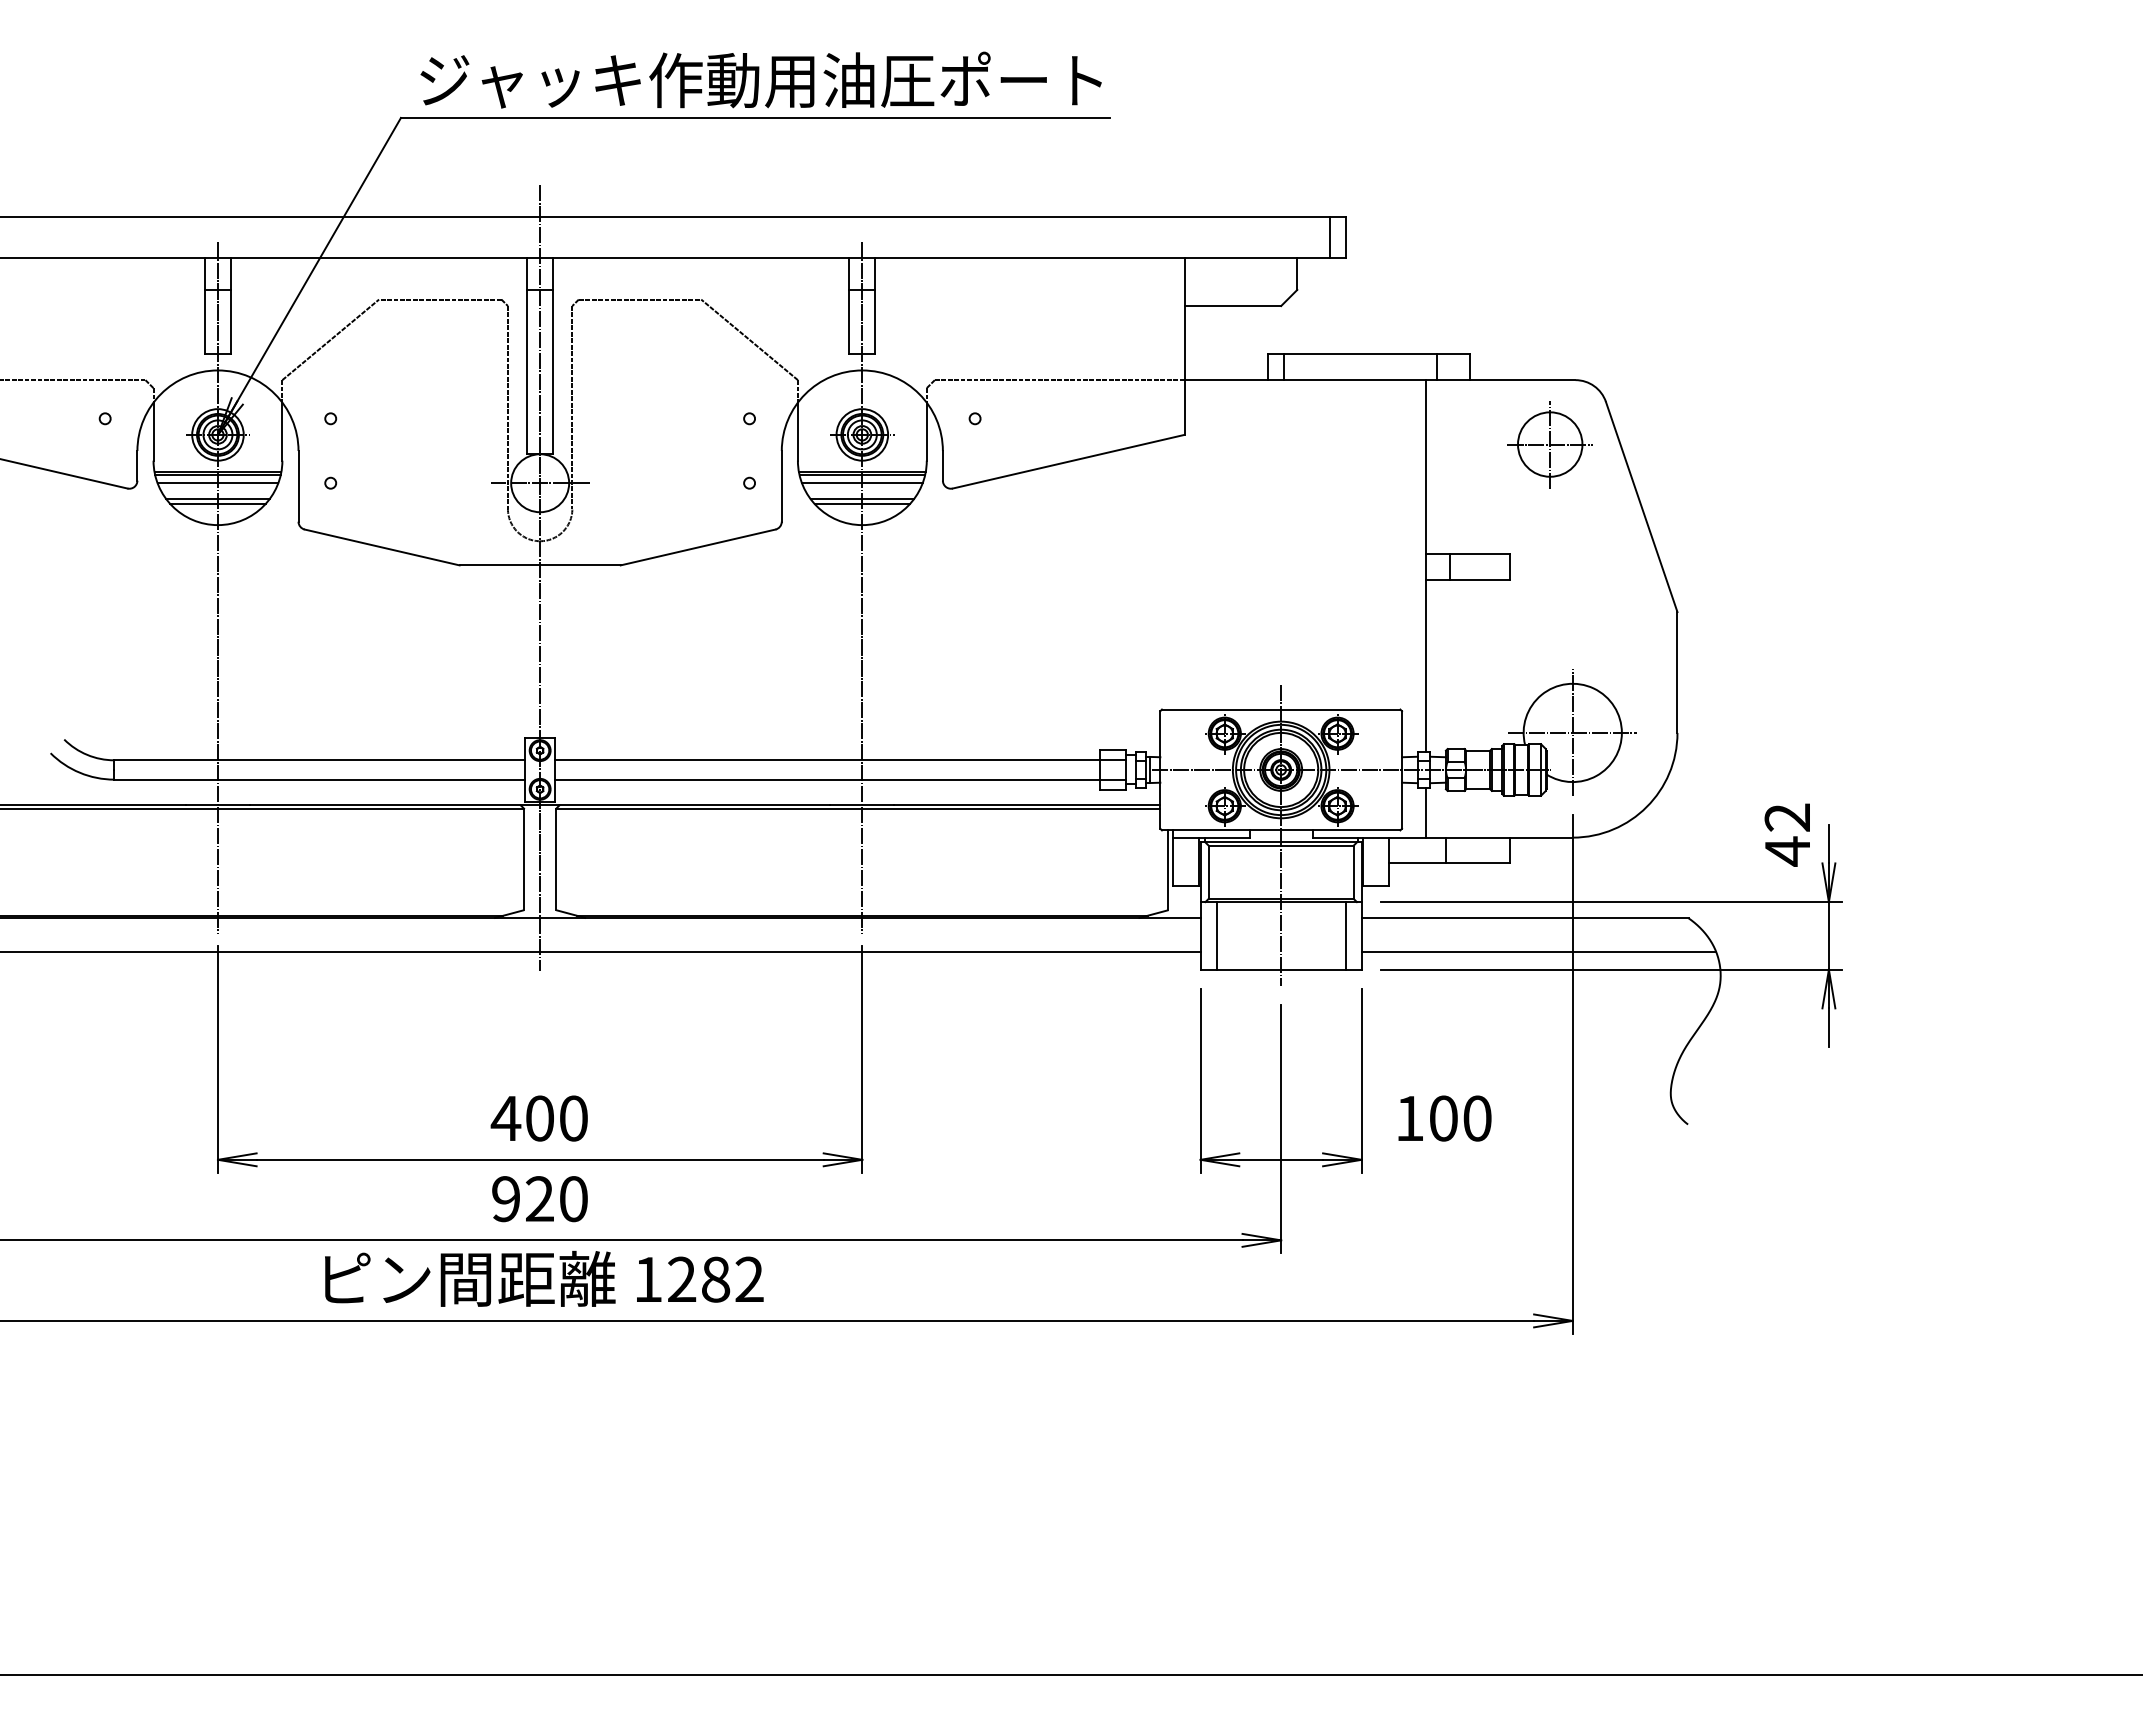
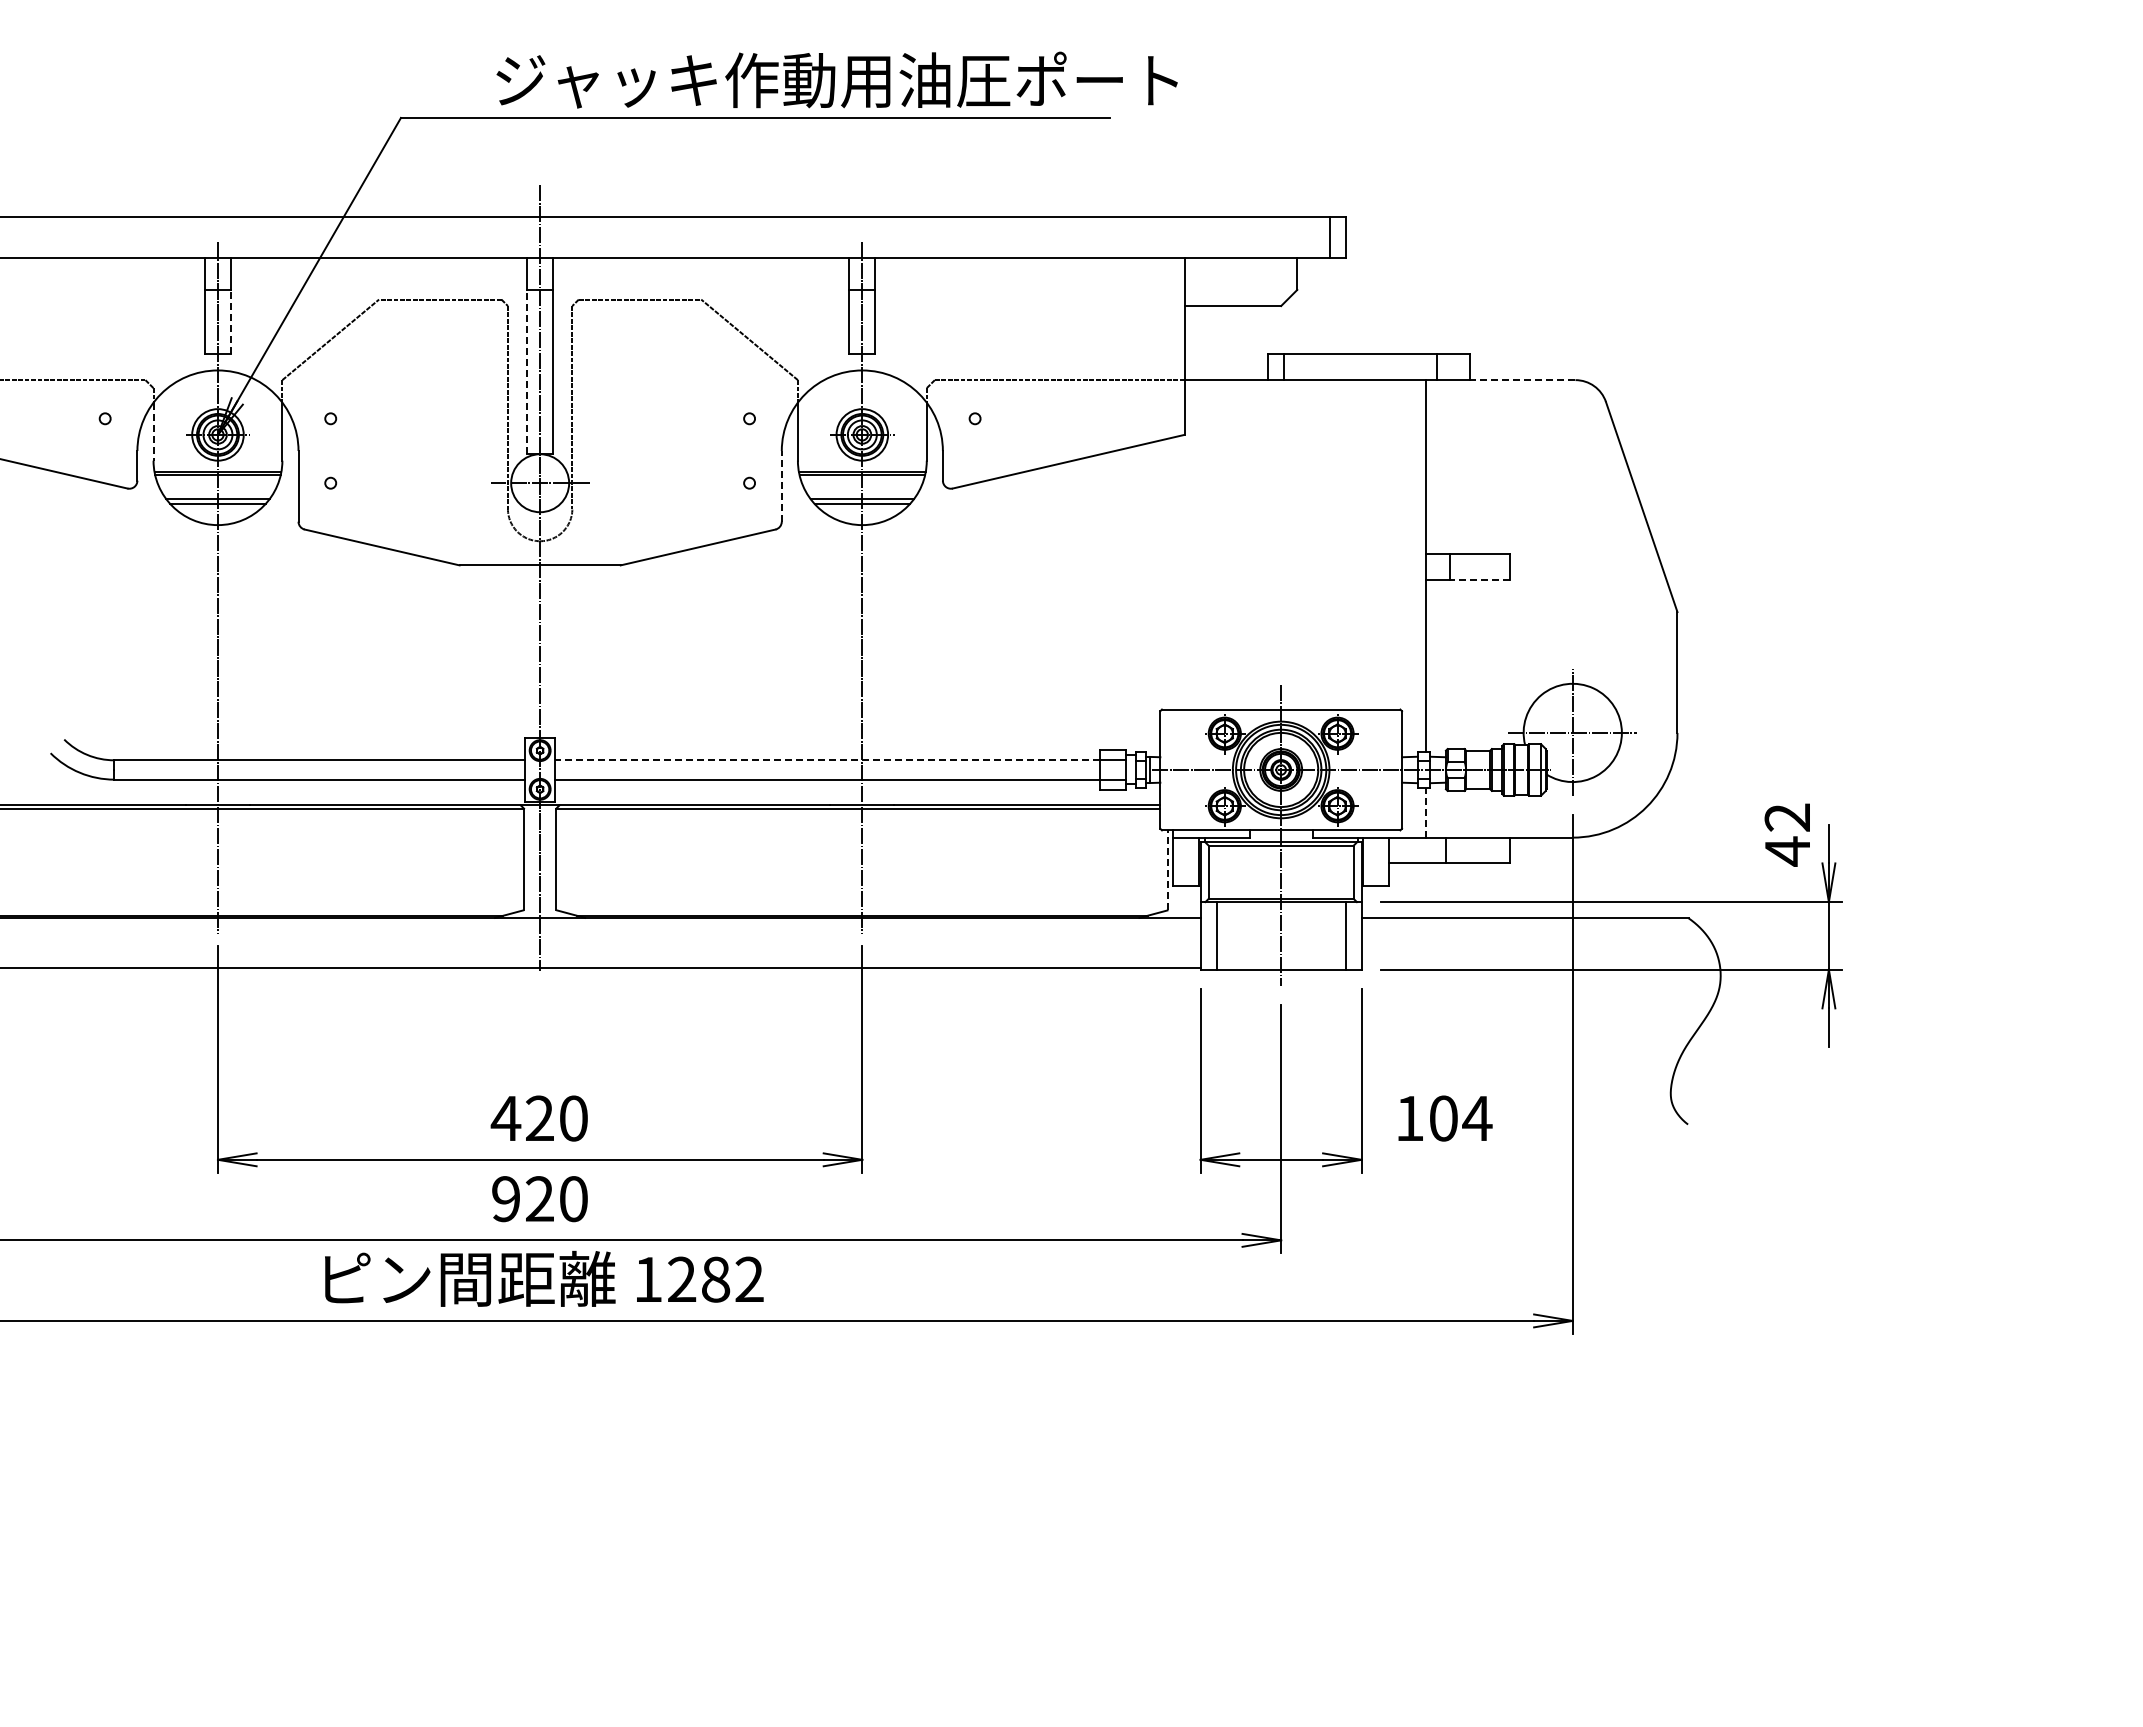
text at (760, 79) position: (760, 79) -> (836, 79)
line at (230, 321): solid -> dashed
line at (527, 371): solid -> dashed
line at (1522, 380): solid -> dashed
line at (153, 431): solid -> dashed
part at (1549, 444): present -> none
line at (217, 483): present -> none
line at (861, 483): present -> none
line at (781, 485): solid -> dashed
line at (1480, 579): solid -> dashed
line at (827, 760): solid -> dashed
line at (1426, 812): solid -> dashed
line at (1168, 870): solid -> dashed
line at (601, 952) position: (601, 952) -> (601, 968)
line at (1538, 952): present -> none
text at (539, 1118): 400 -> 420
text at (1477, 1118): 100 -> 104
line at (1070, 1675): present -> none
